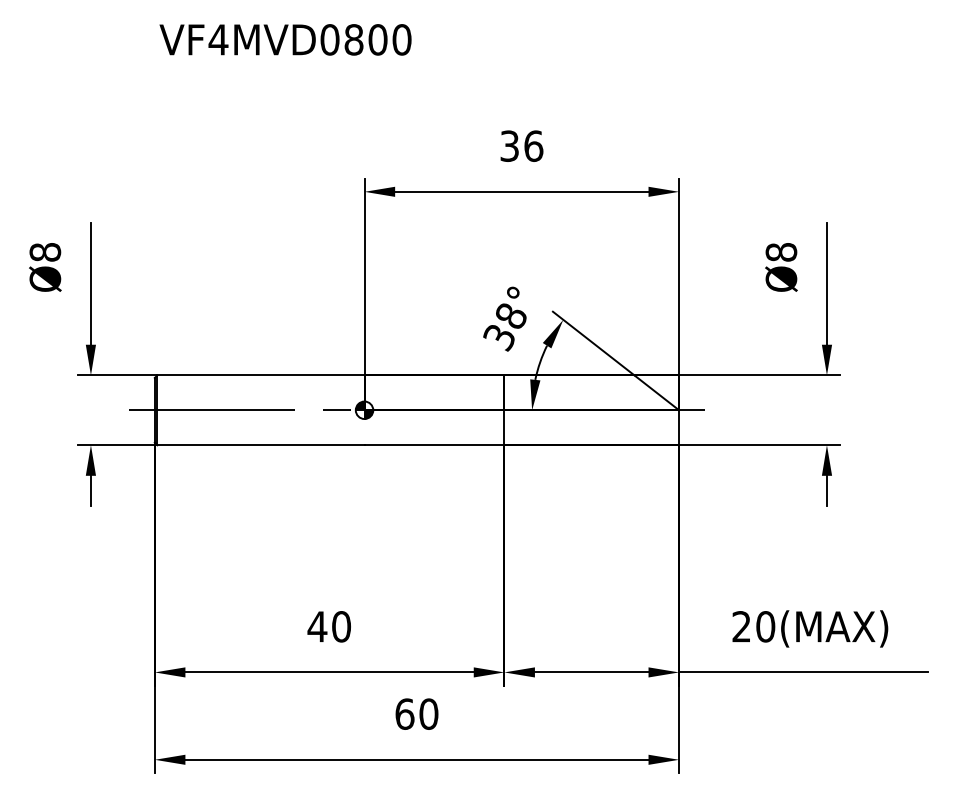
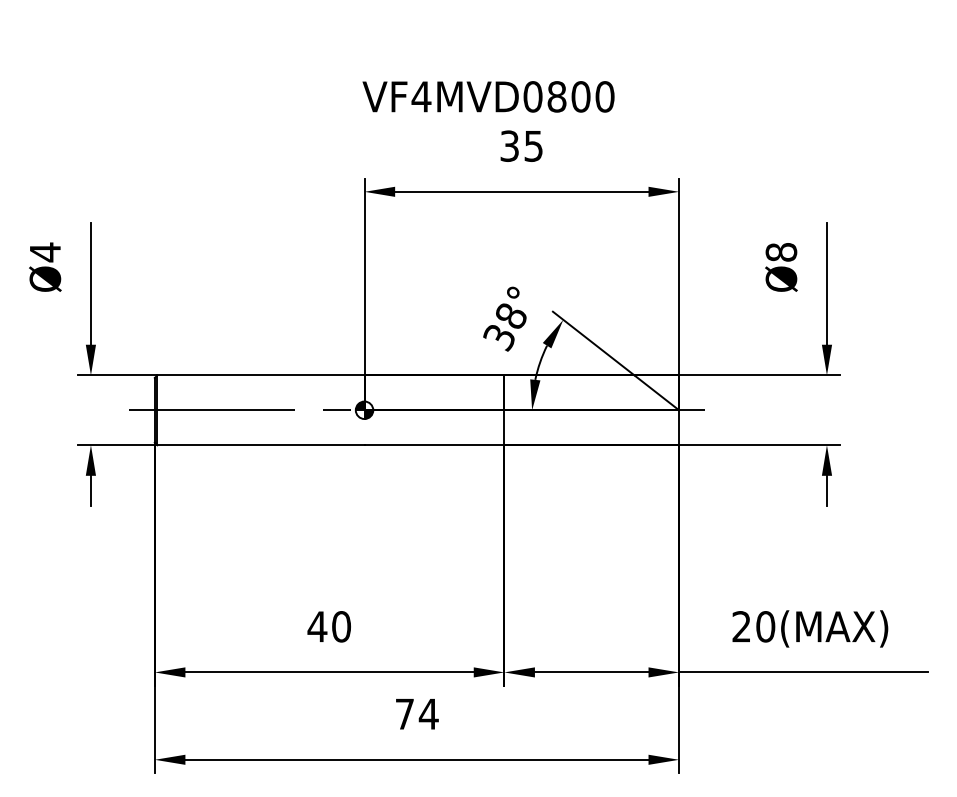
text at (285, 39) position: (285, 39) -> (488, 96)
text at (533, 145): 36 -> 35
text at (45, 252): Ø8 -> Ø4
text at (416, 713): 60 -> 74
